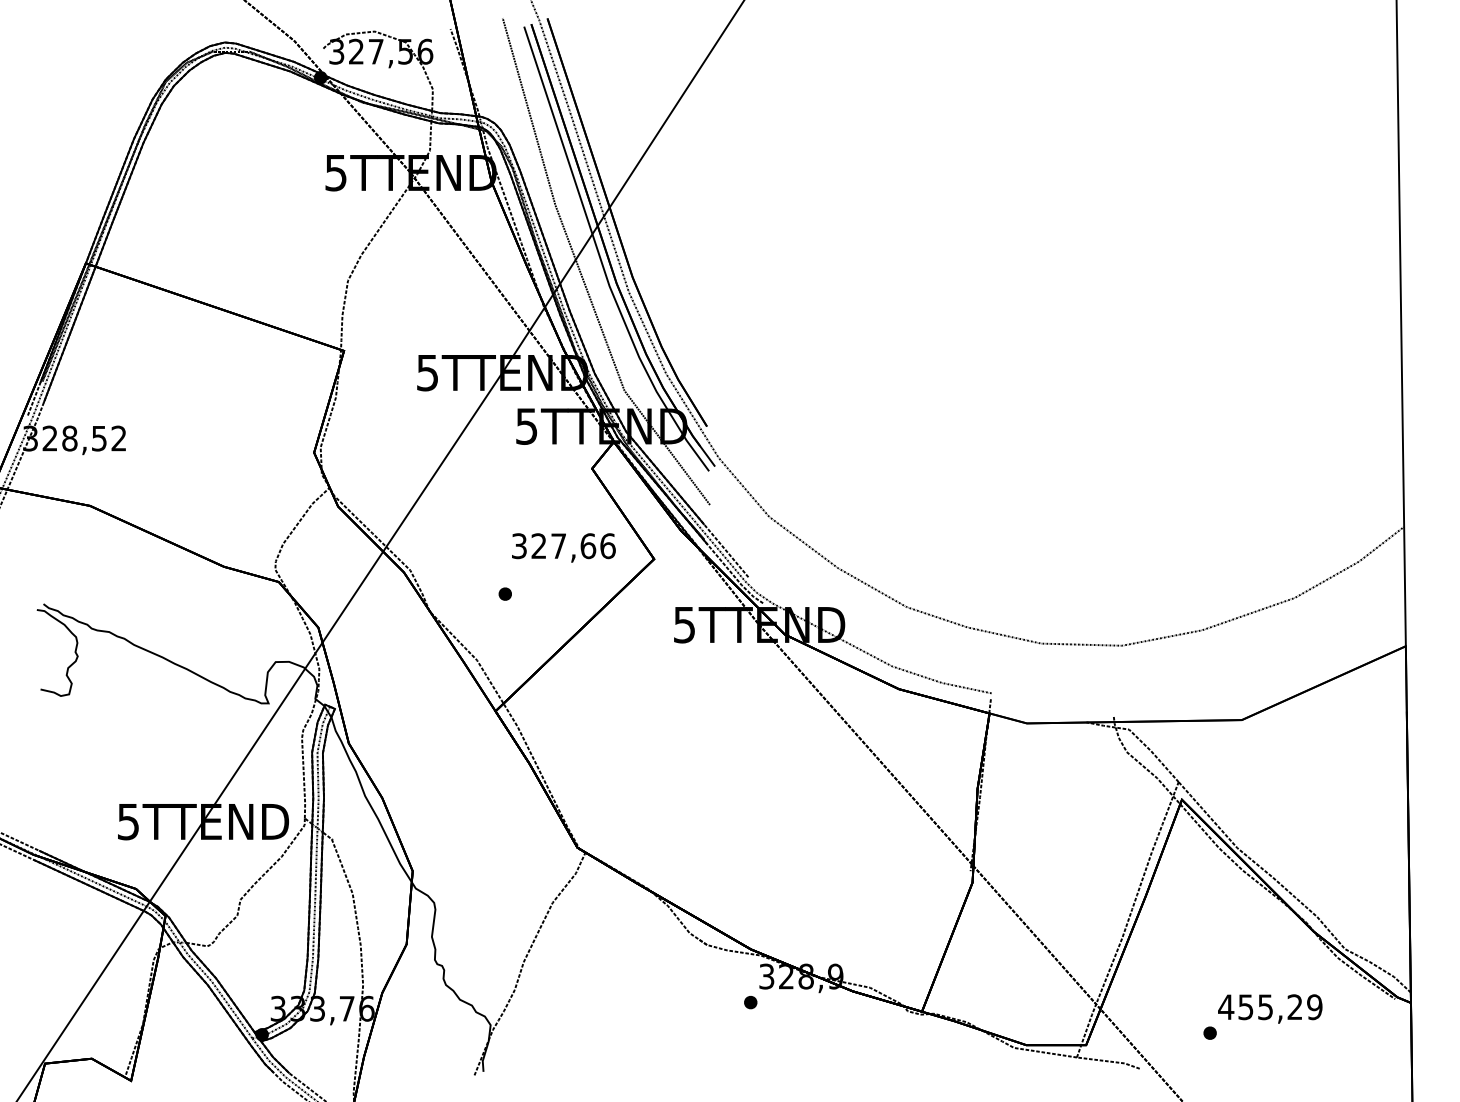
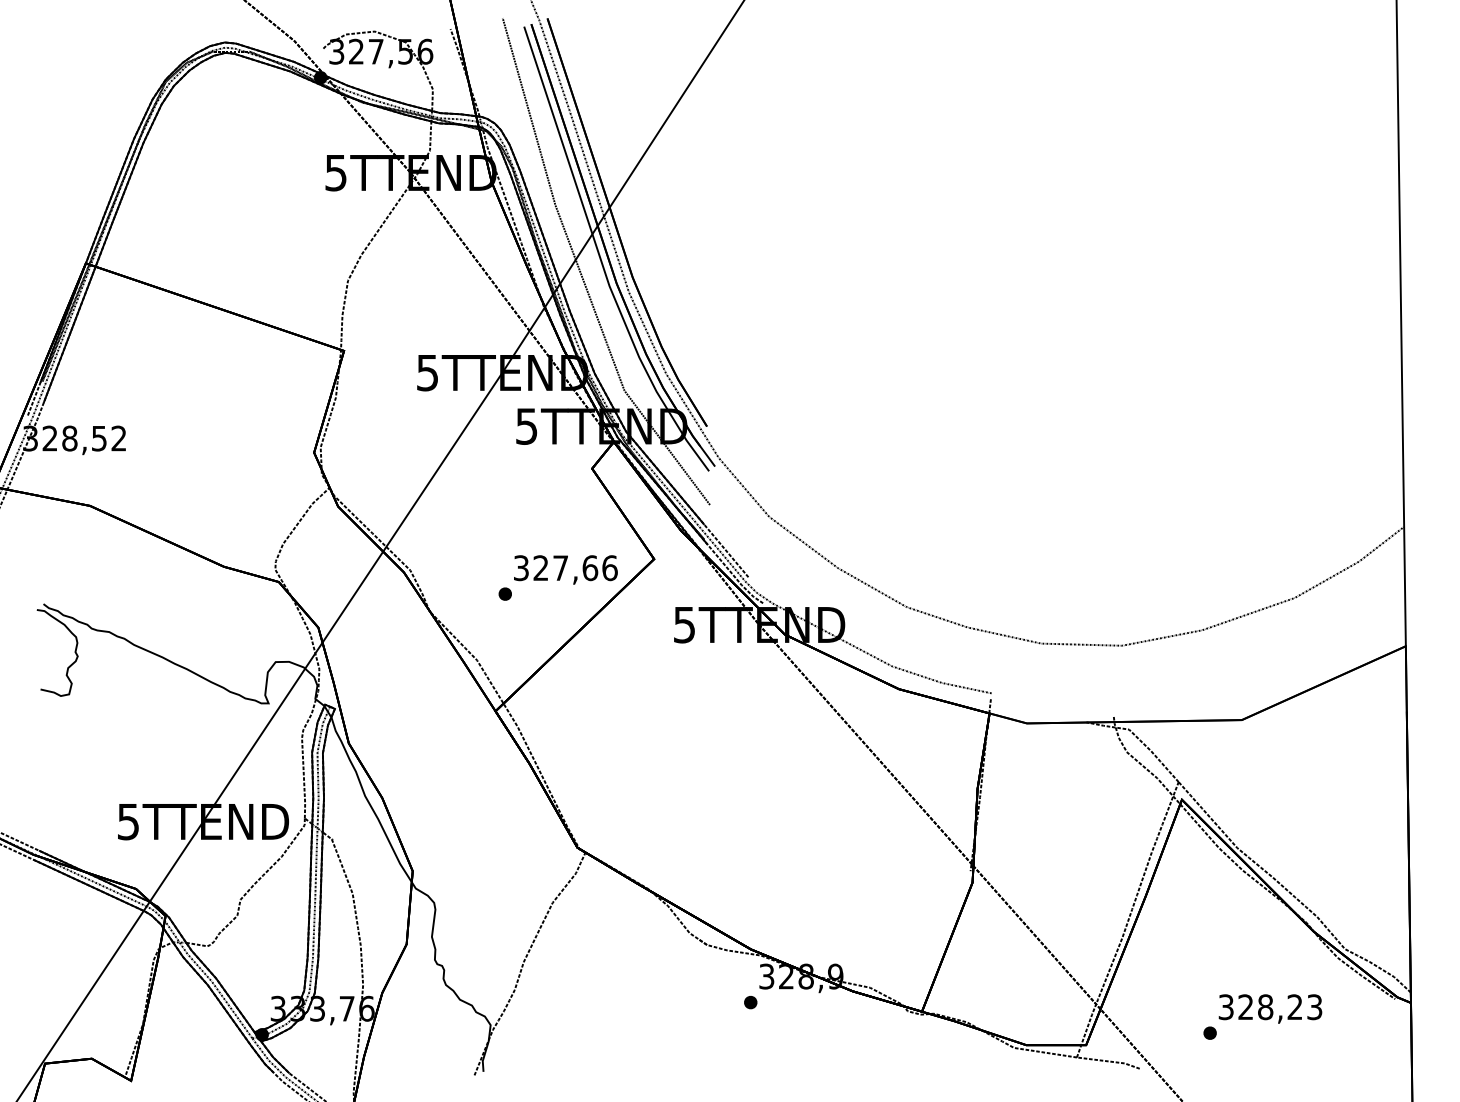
text at (563, 547) position: (563, 547) -> (565, 569)
text at (1270, 1007): 455,29 -> 328,23
